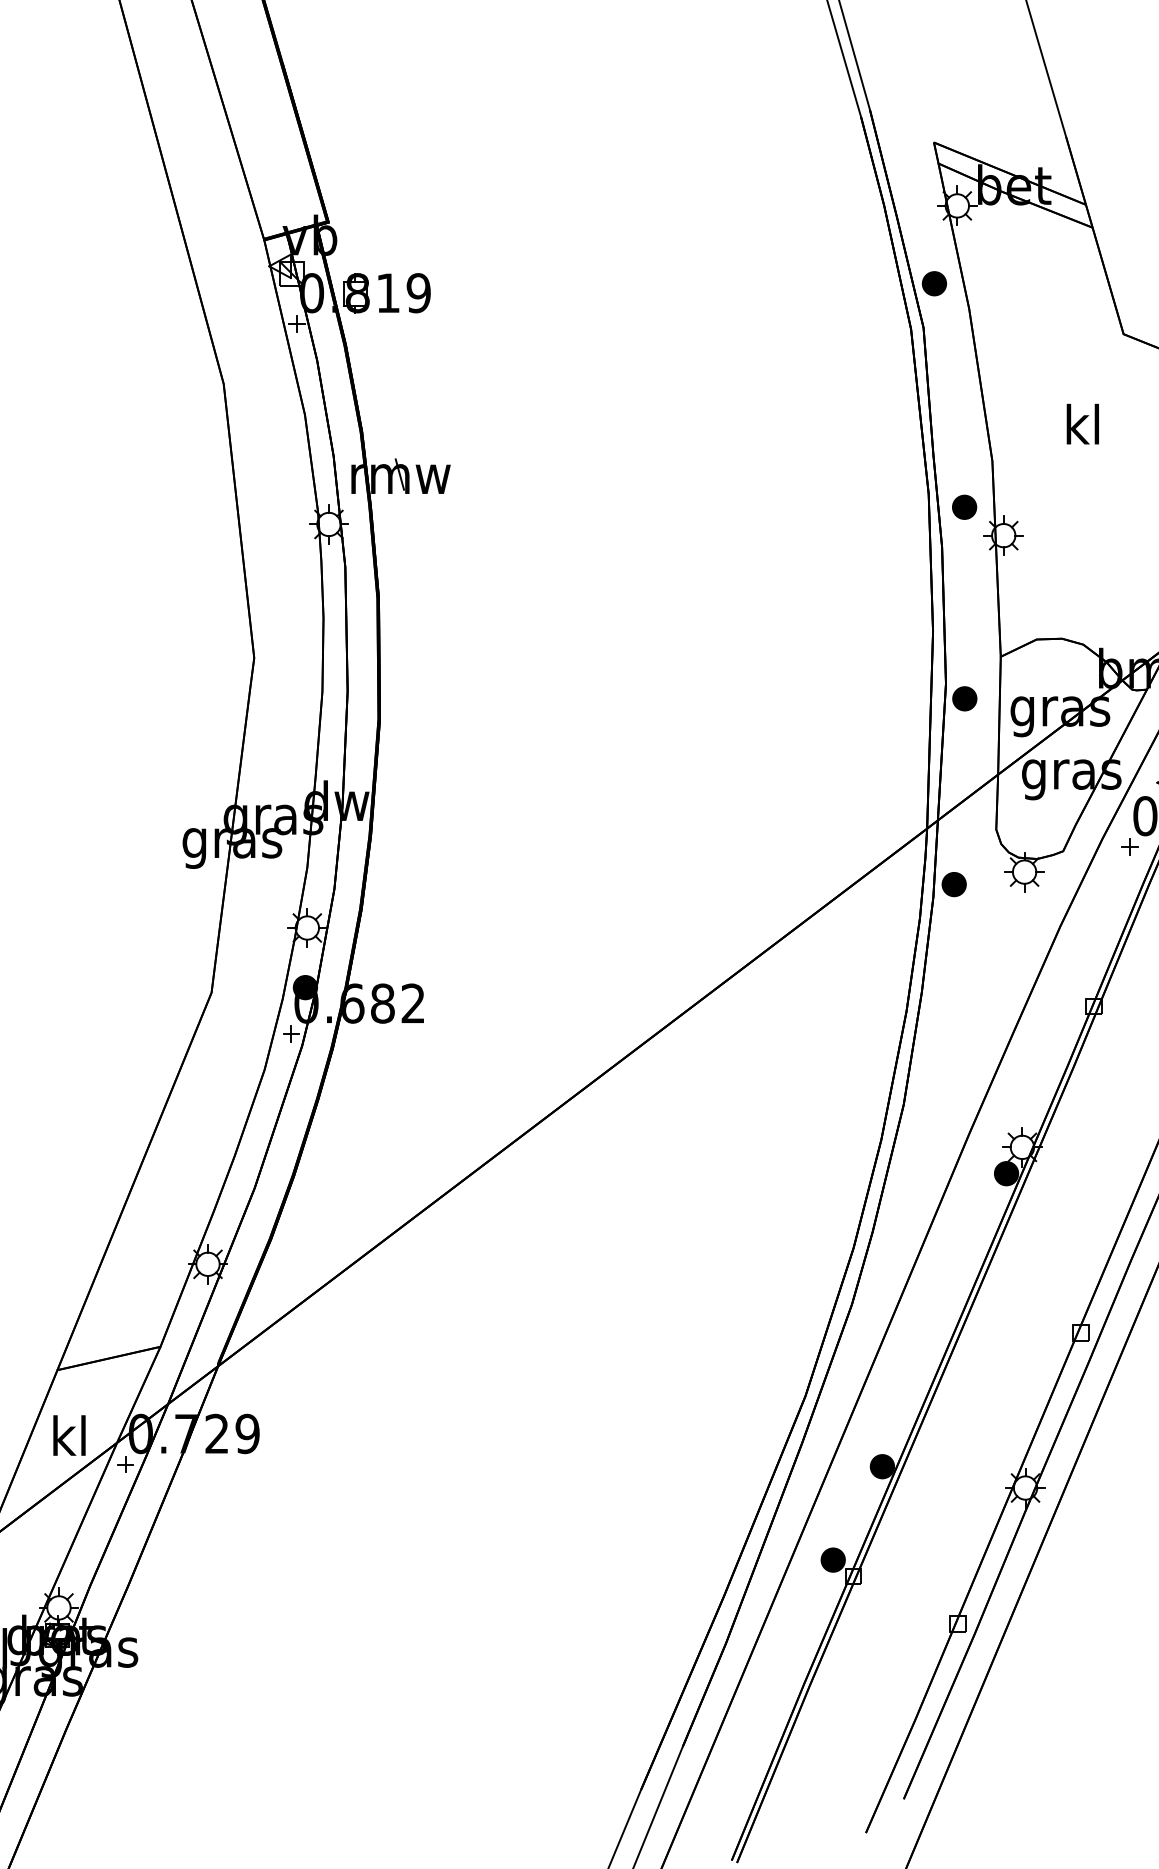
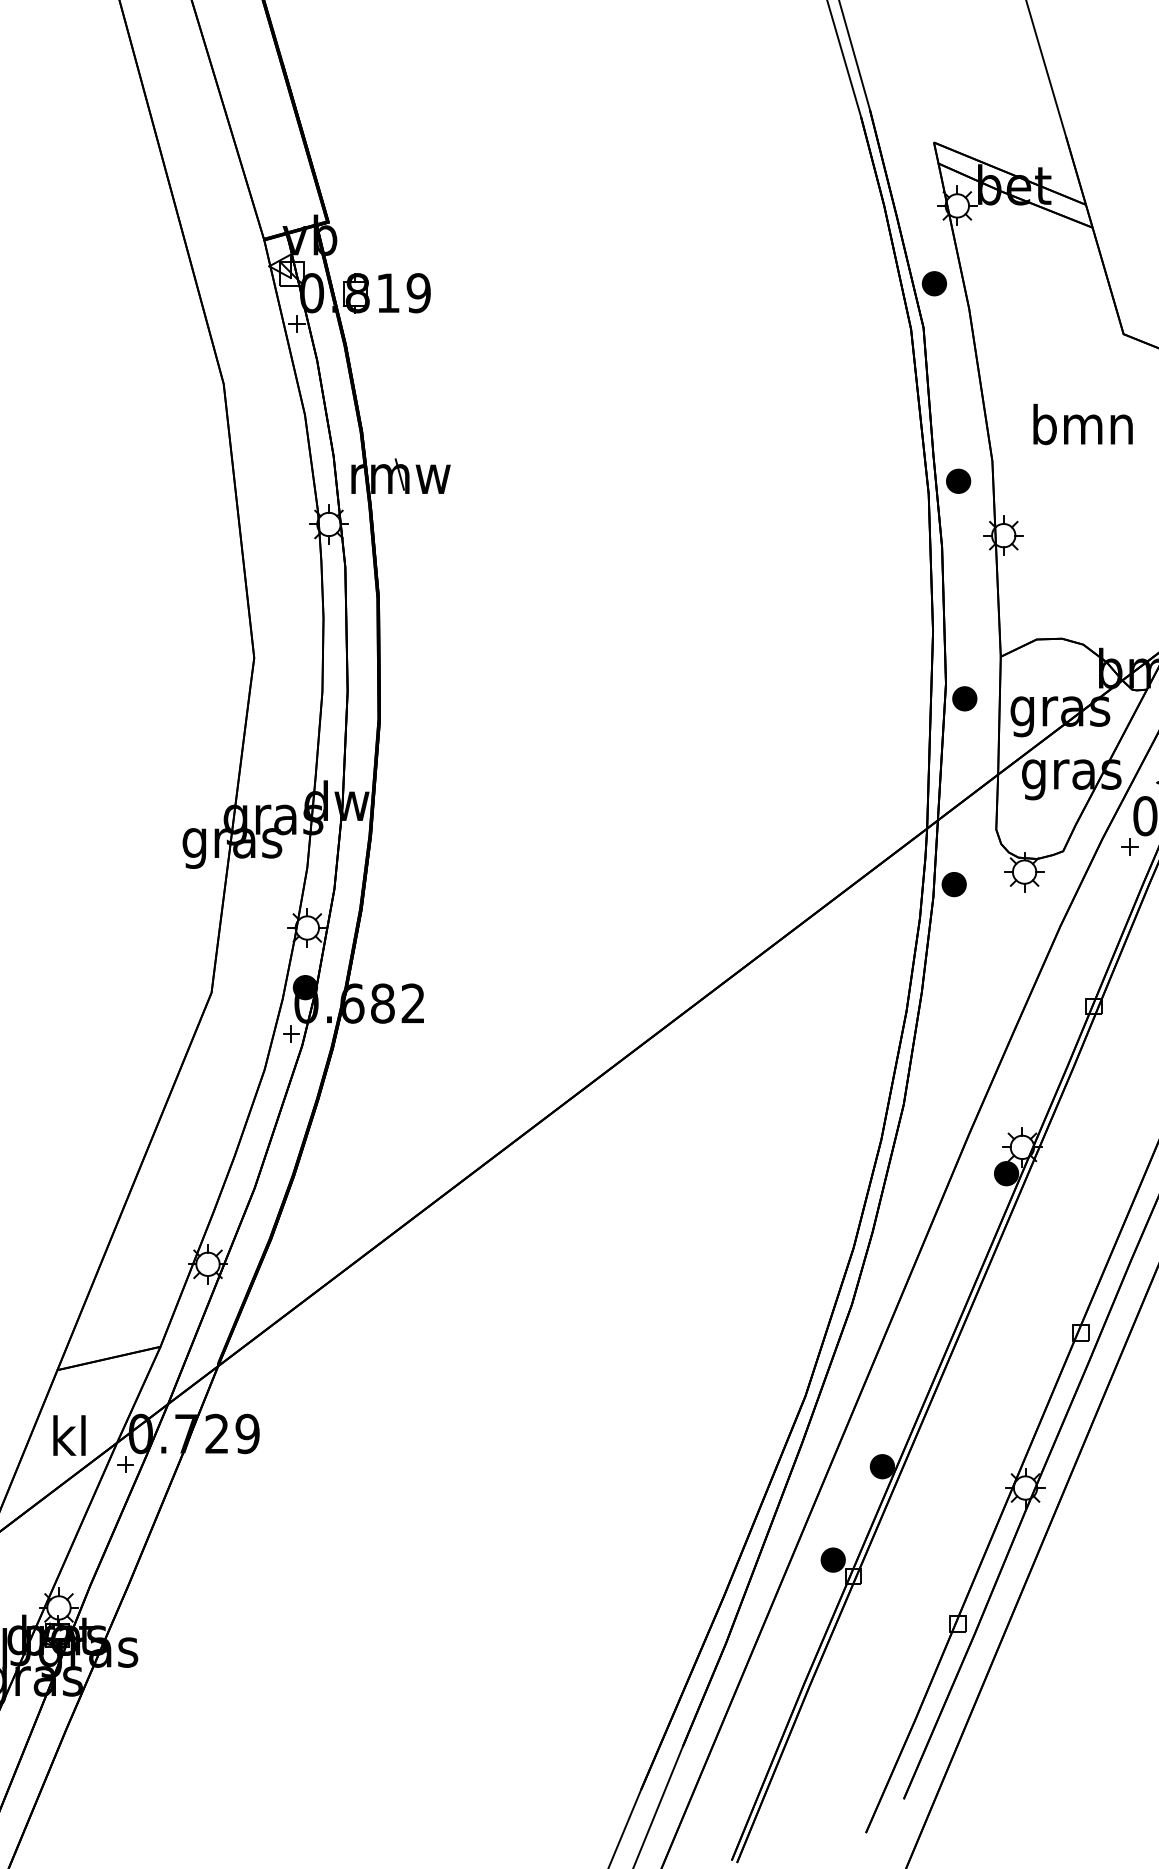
text at (1082, 424): kl -> bmn
part at (964, 506) position: (964, 506) -> (958, 480)
